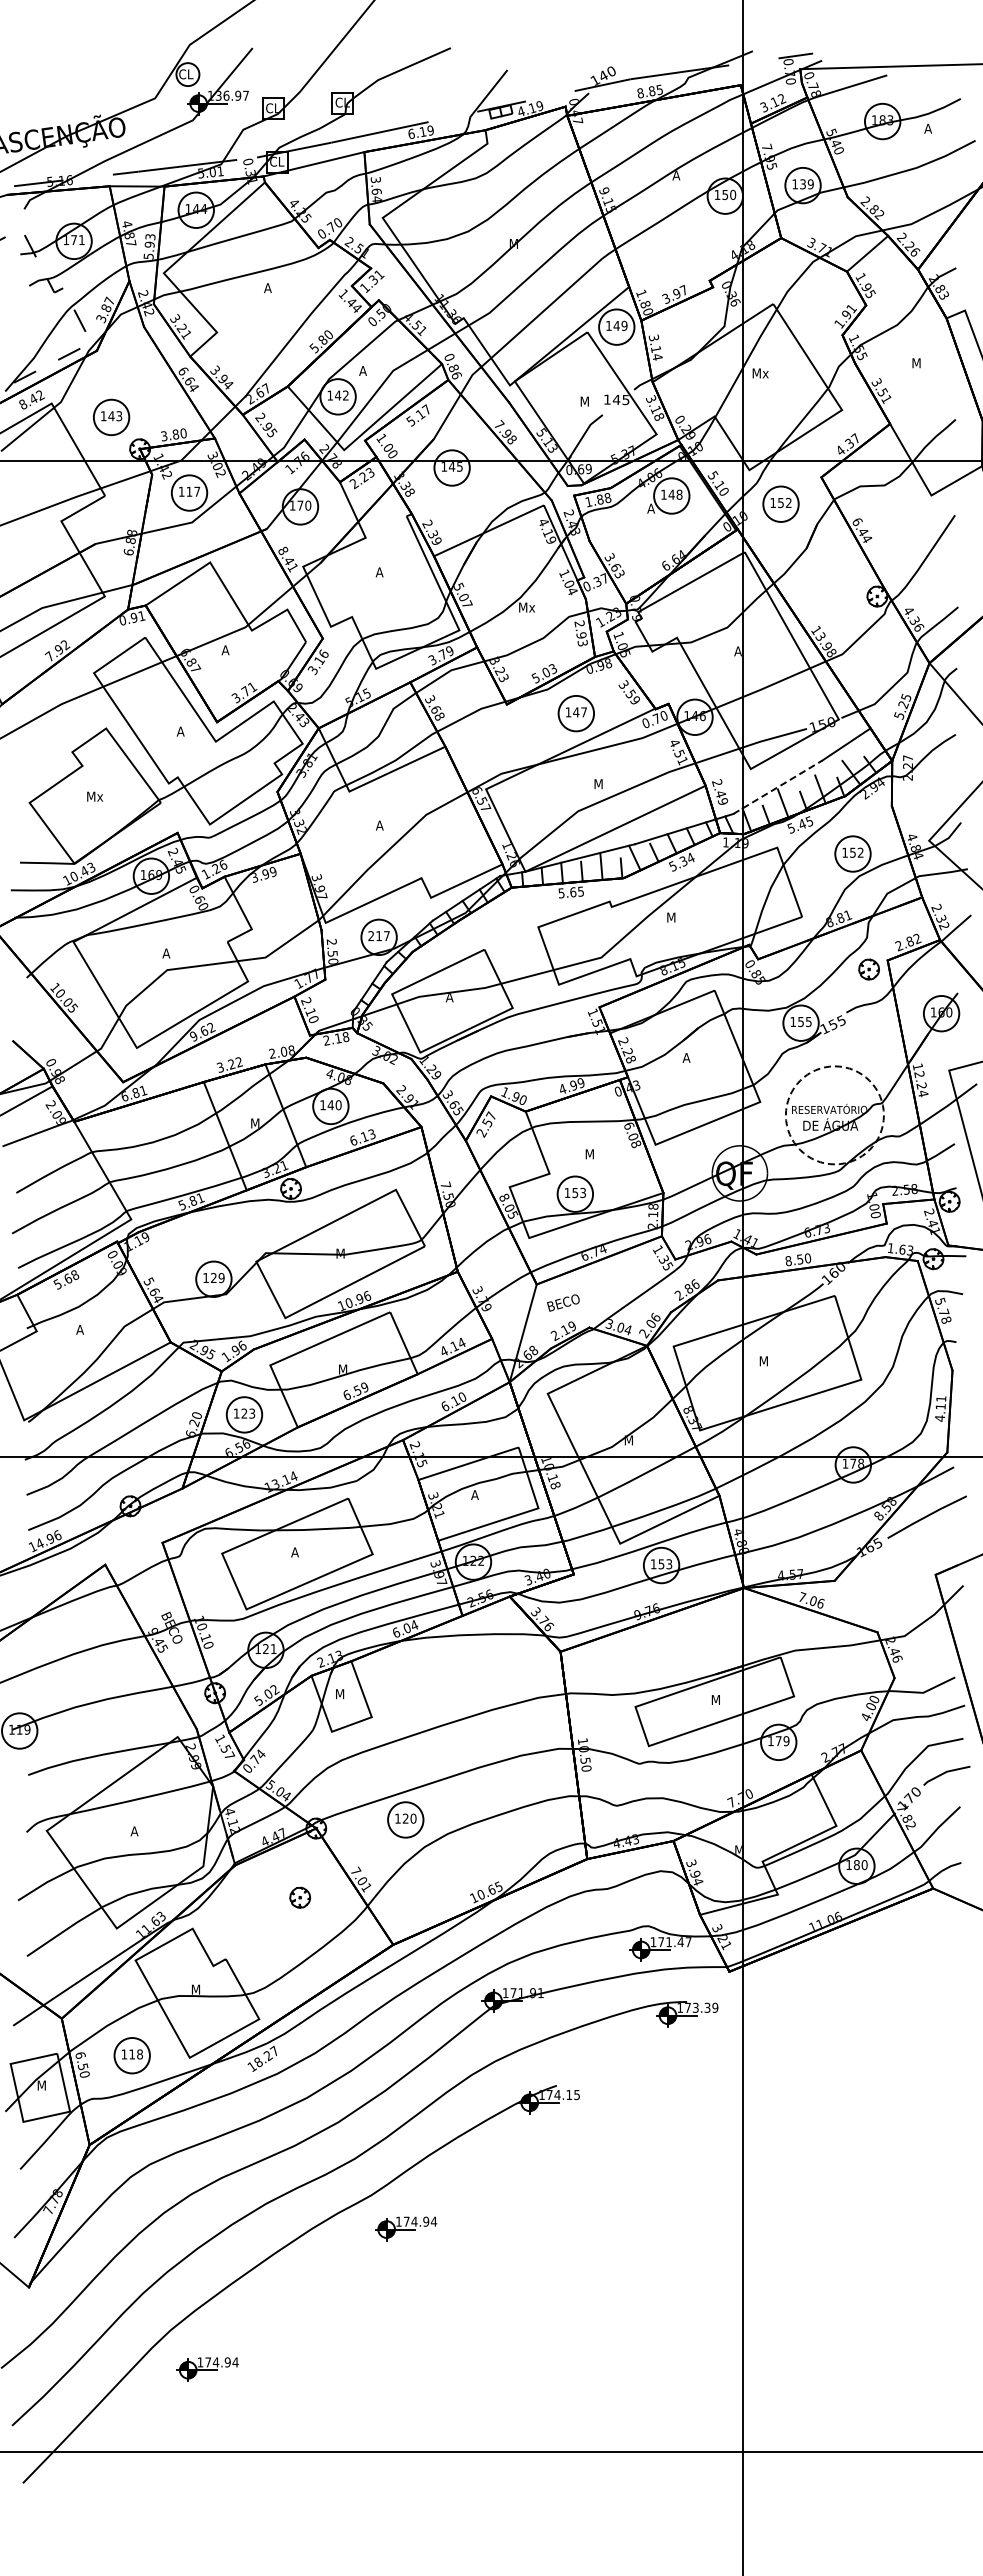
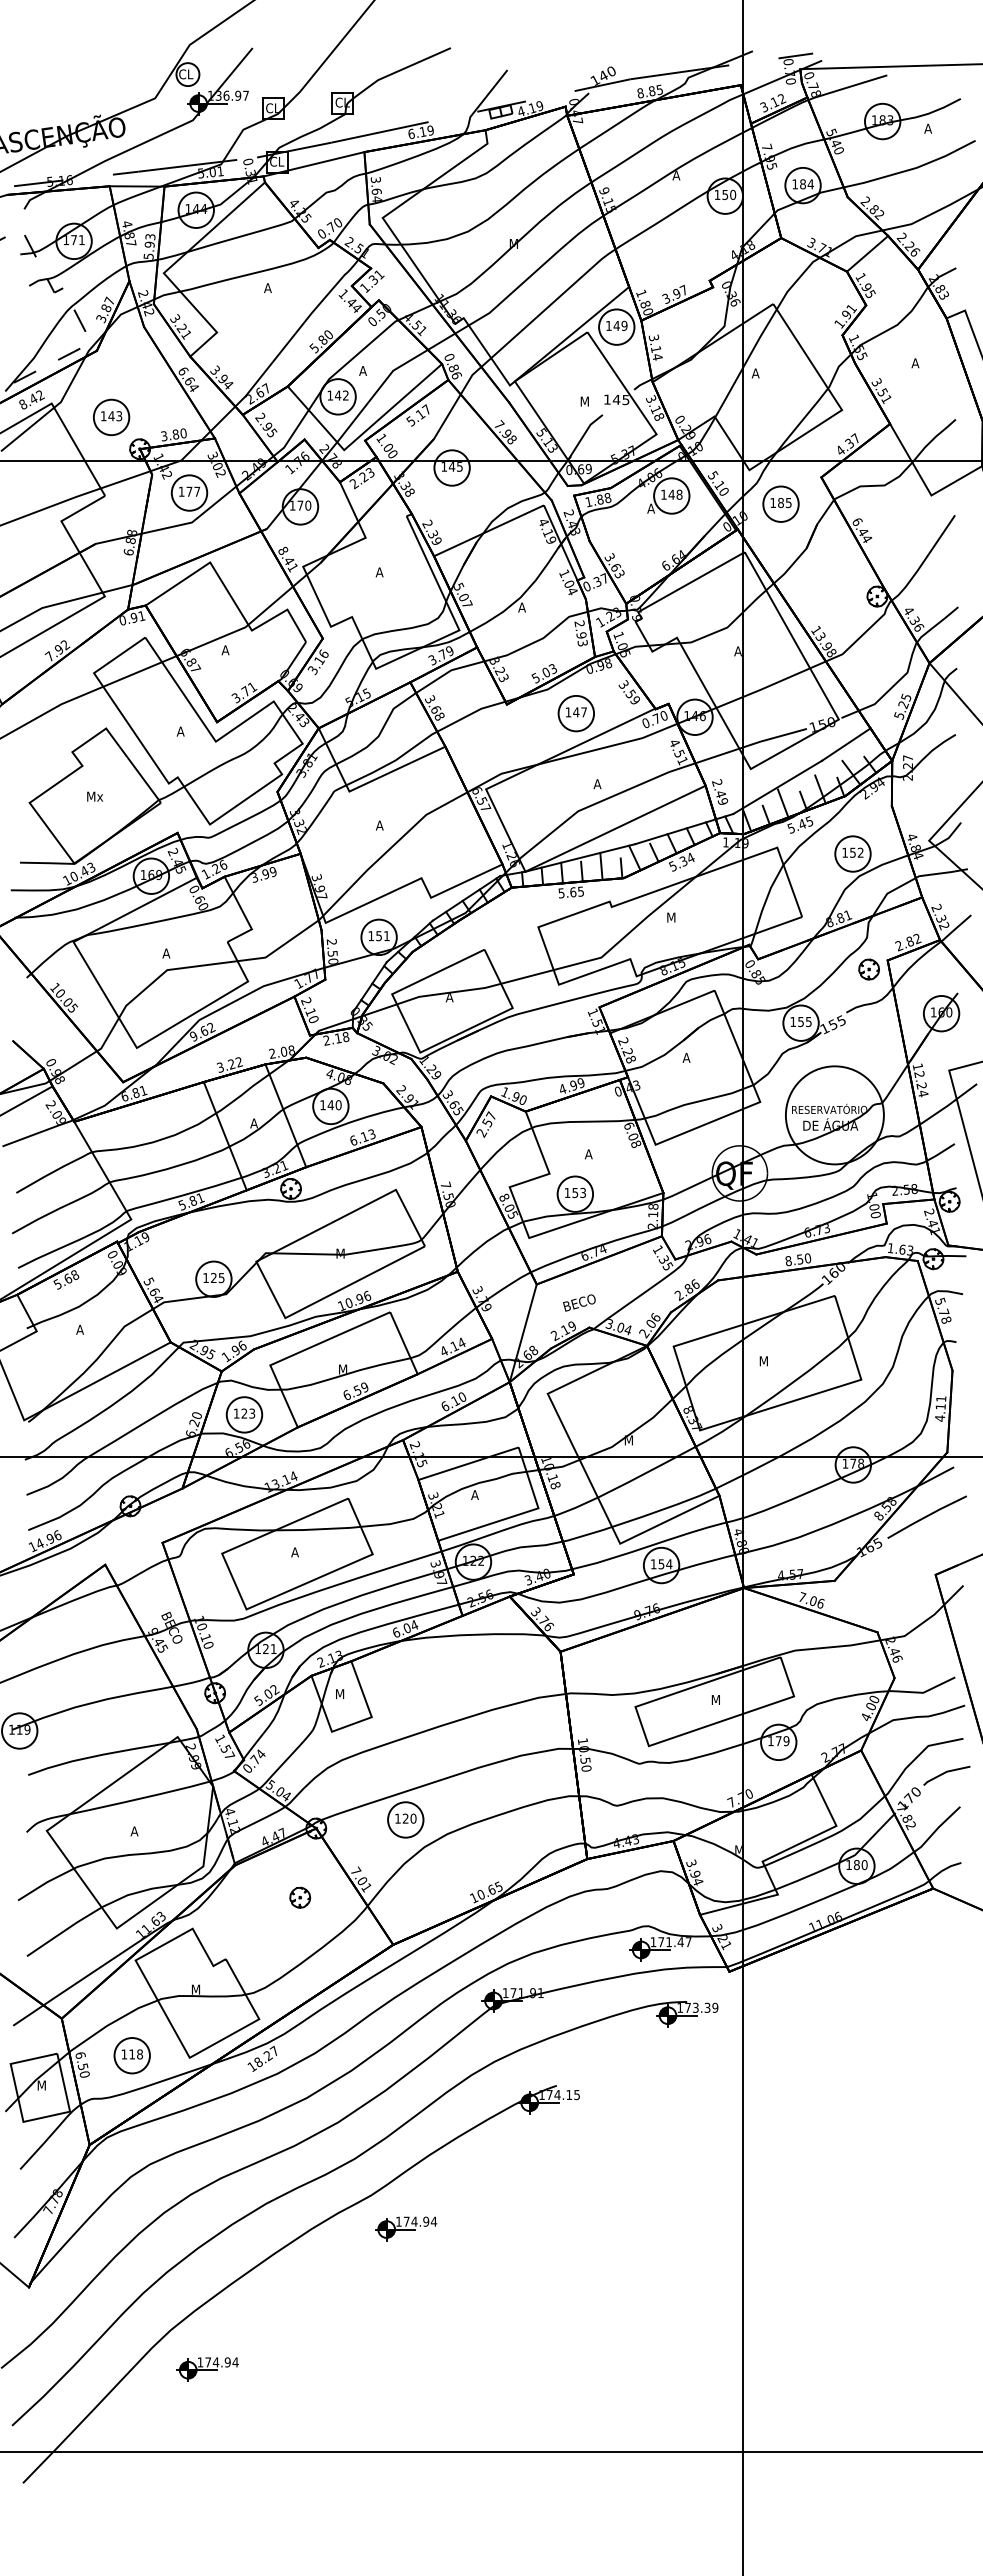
text at (807, 184): 139 -> 184
text at (915, 363): M -> A
text at (759, 373): Mx -> A
text at (189, 491): 117 -> 177
text at (784, 502): 152 -> 185
text at (526, 607): Mx -> A
text at (597, 784): M -> A
line at (777, 787): dashed -> solid
text at (378, 936): 217 -> 151
circle at (834, 1115): dashed -> solid
text at (254, 1123): M -> A
text at (589, 1154): M -> A
text at (221, 1277): 129 -> 125
text at (563, 1302) position: (563, 1302) -> (579, 1302)
text at (669, 1564): 153 -> 154
